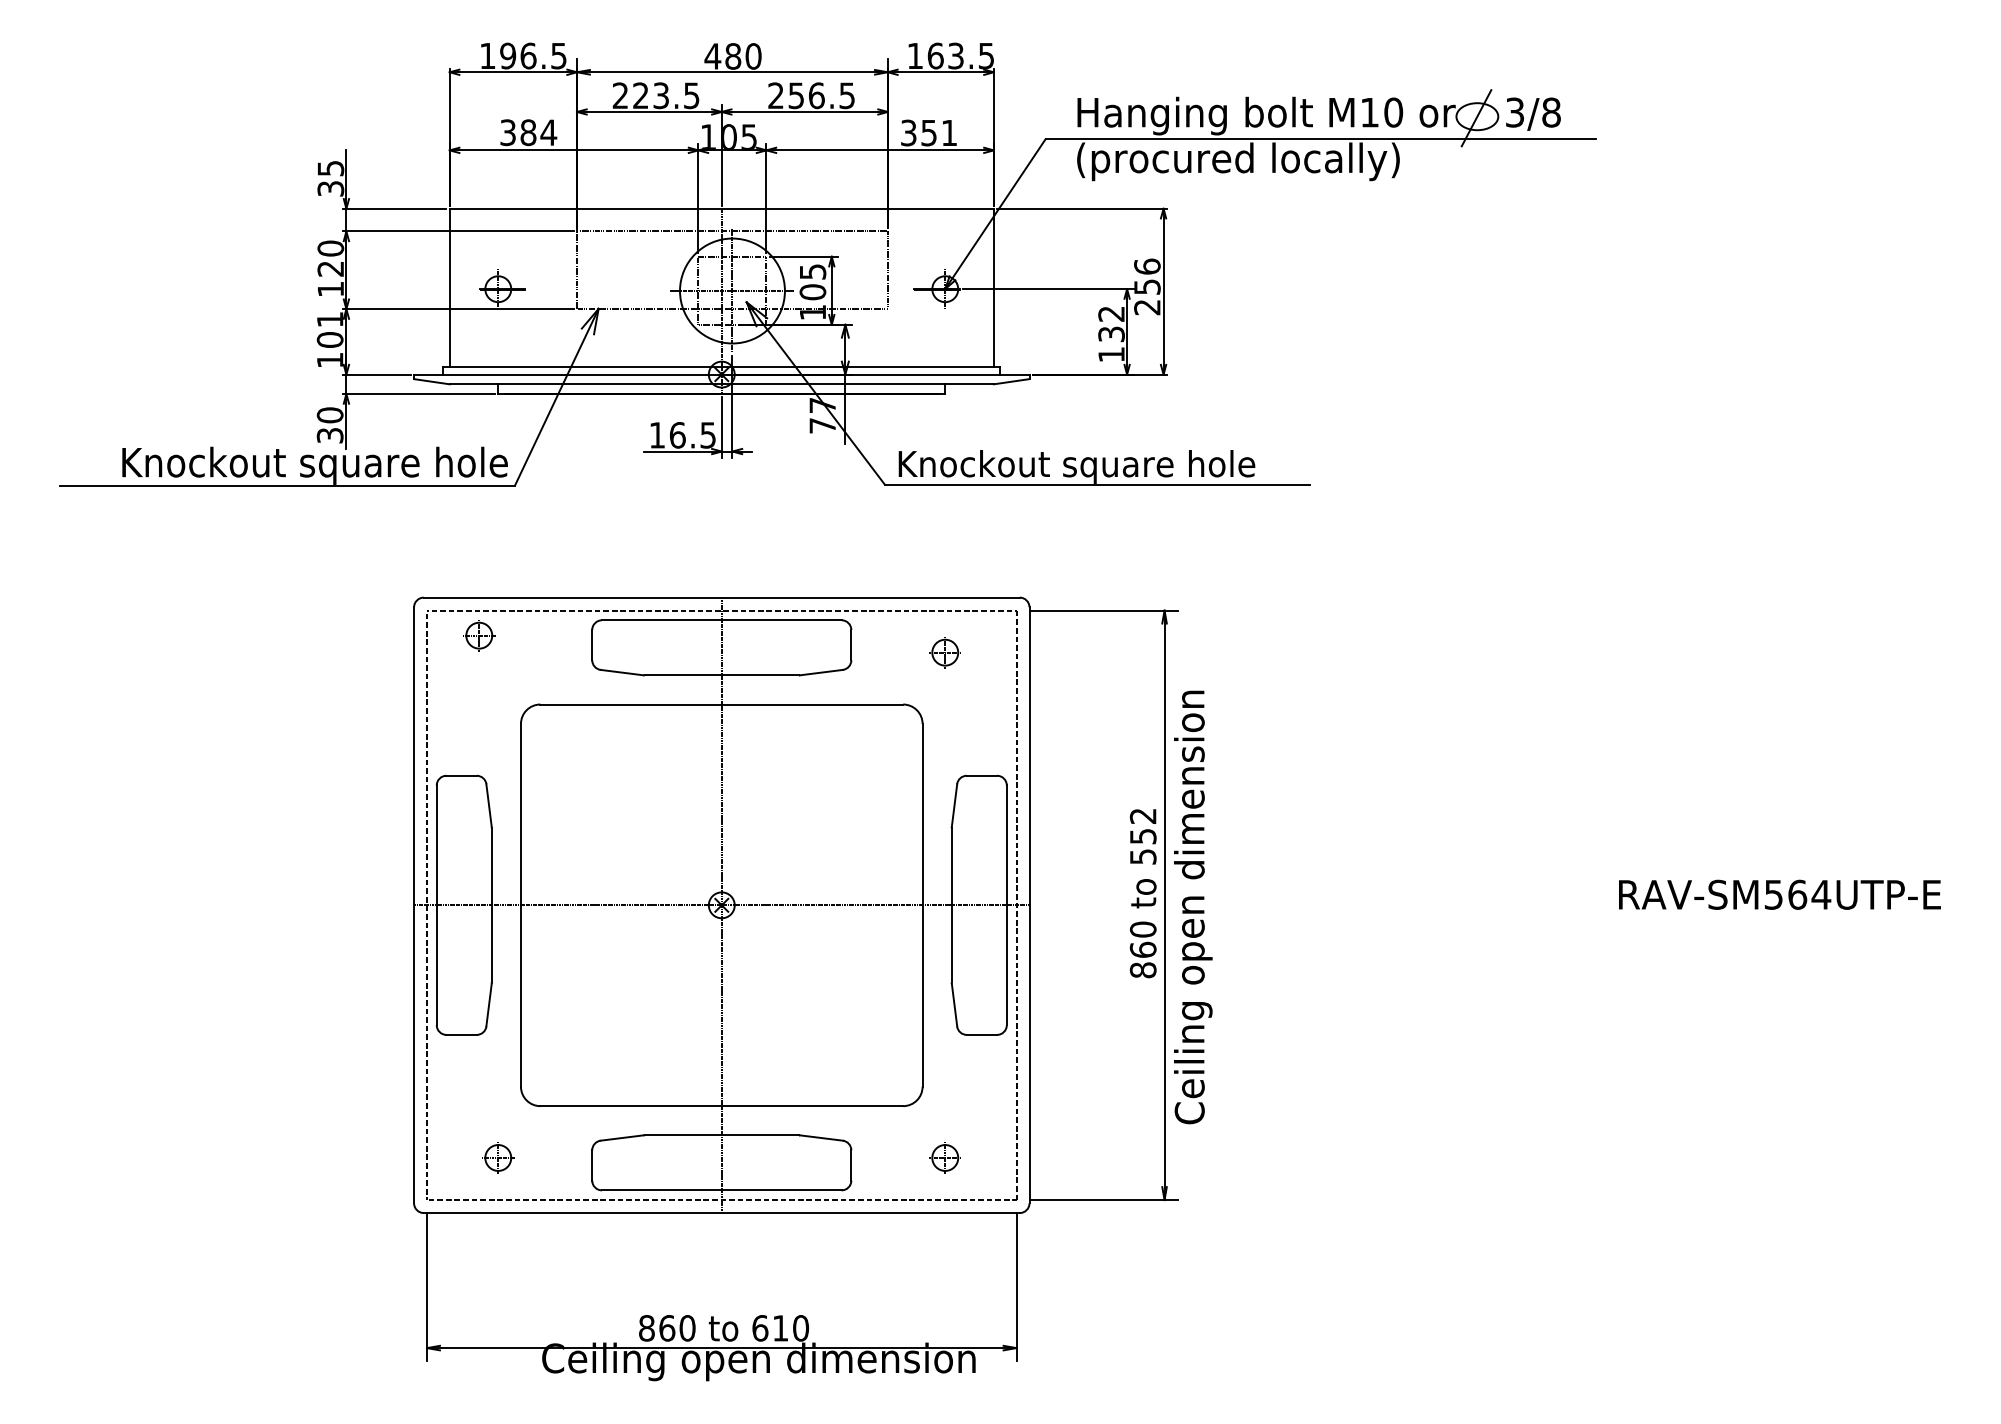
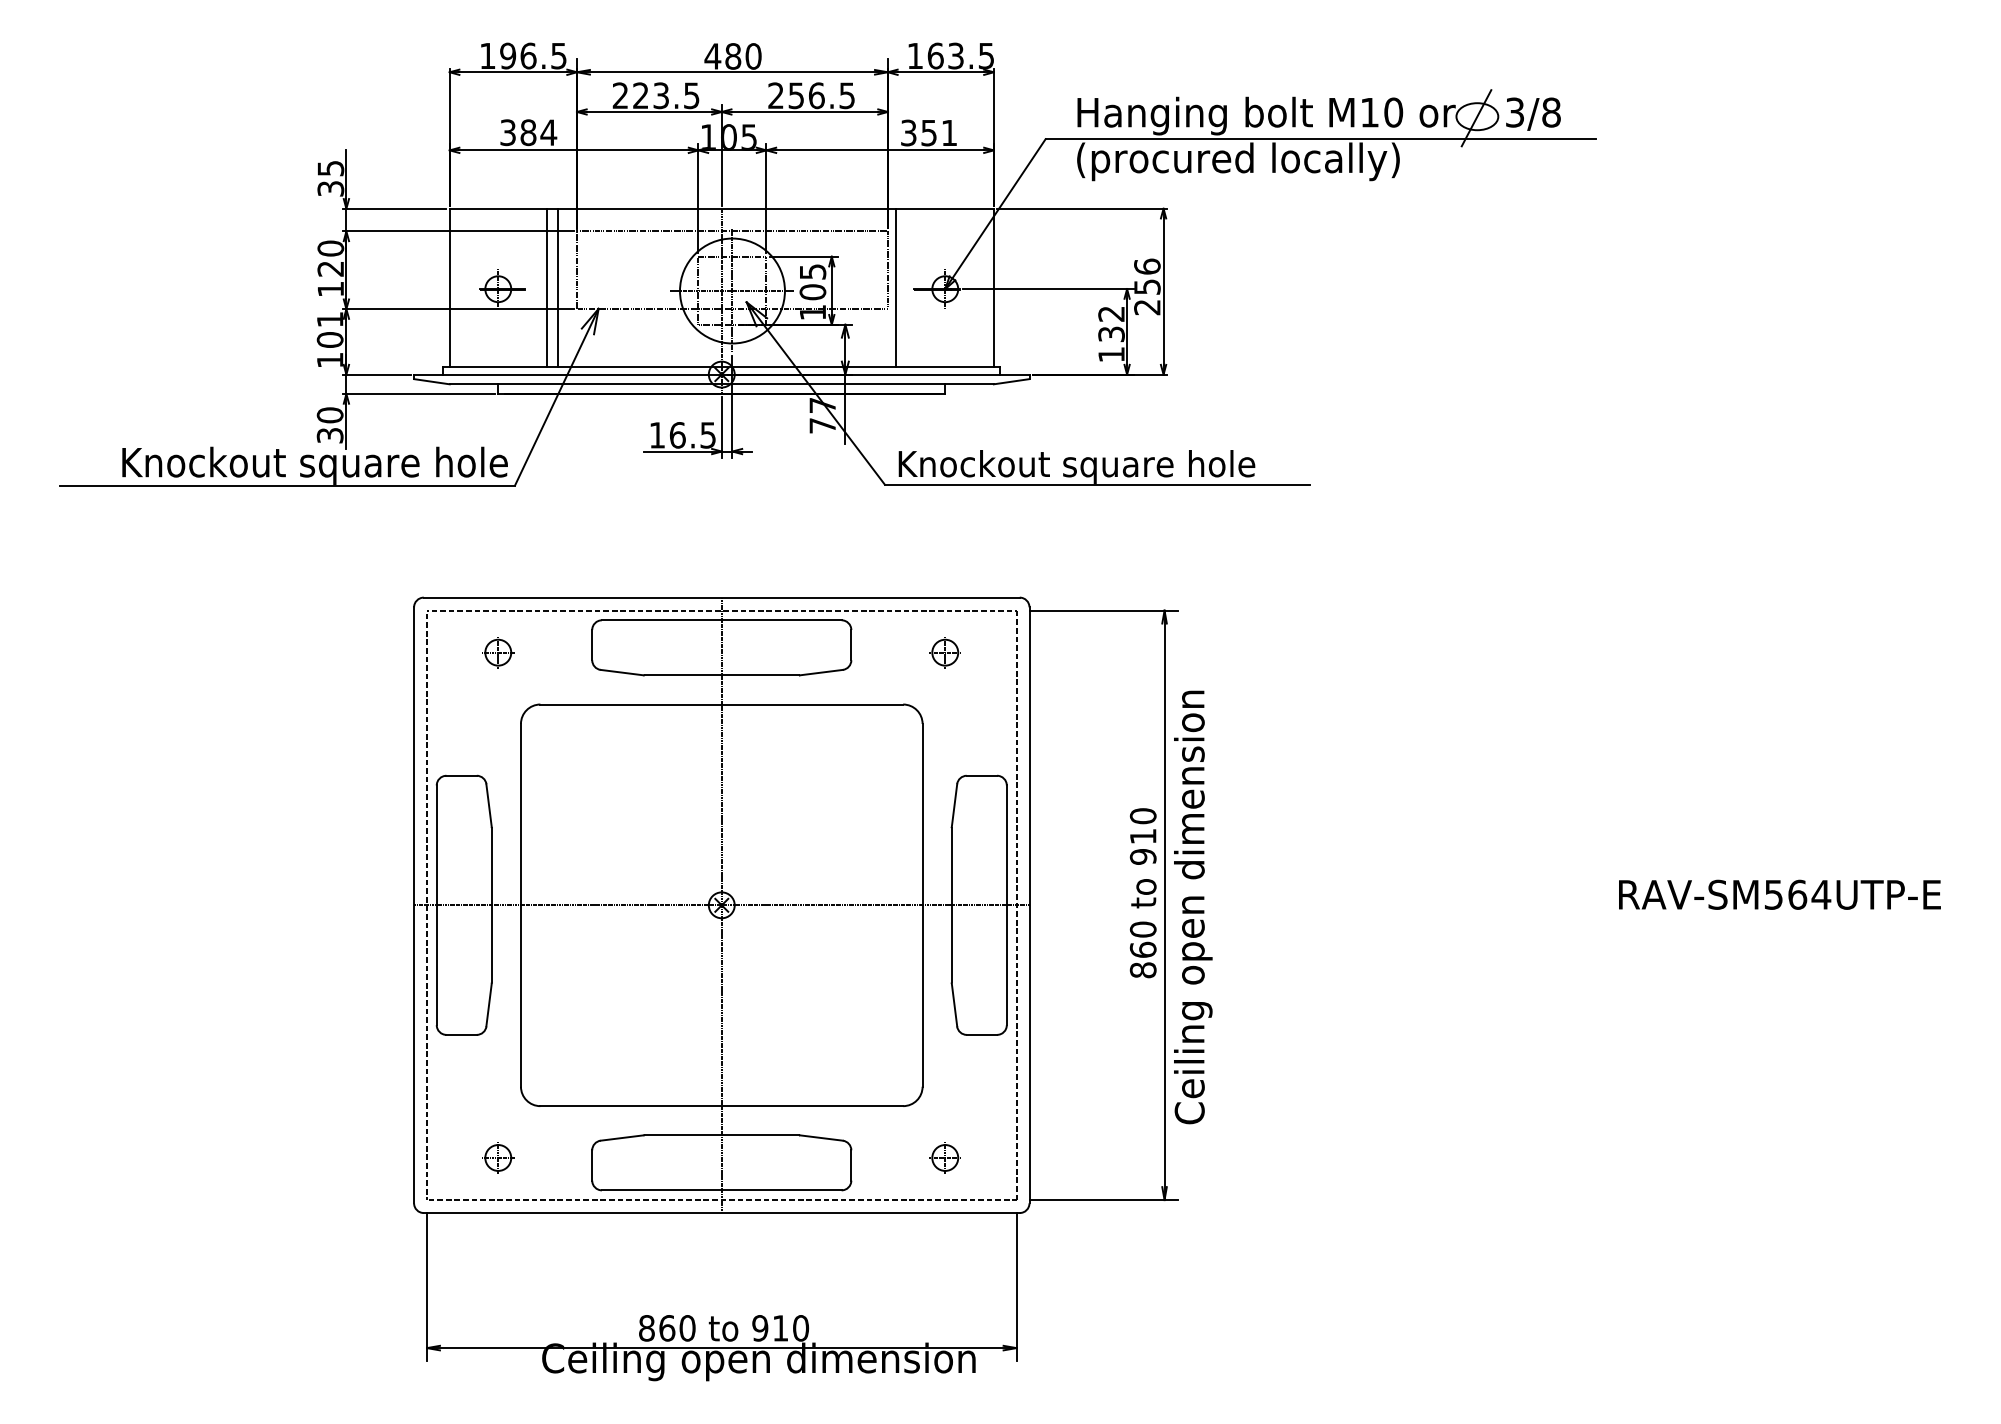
line at (547, 287): none -> present
line at (558, 287): none -> present
line at (896, 287): none -> present
part at (479, 635) position: (479, 635) -> (498, 652)
text at (1142, 836): 552 -> 910
text at (760, 1328): 610 -> 910
